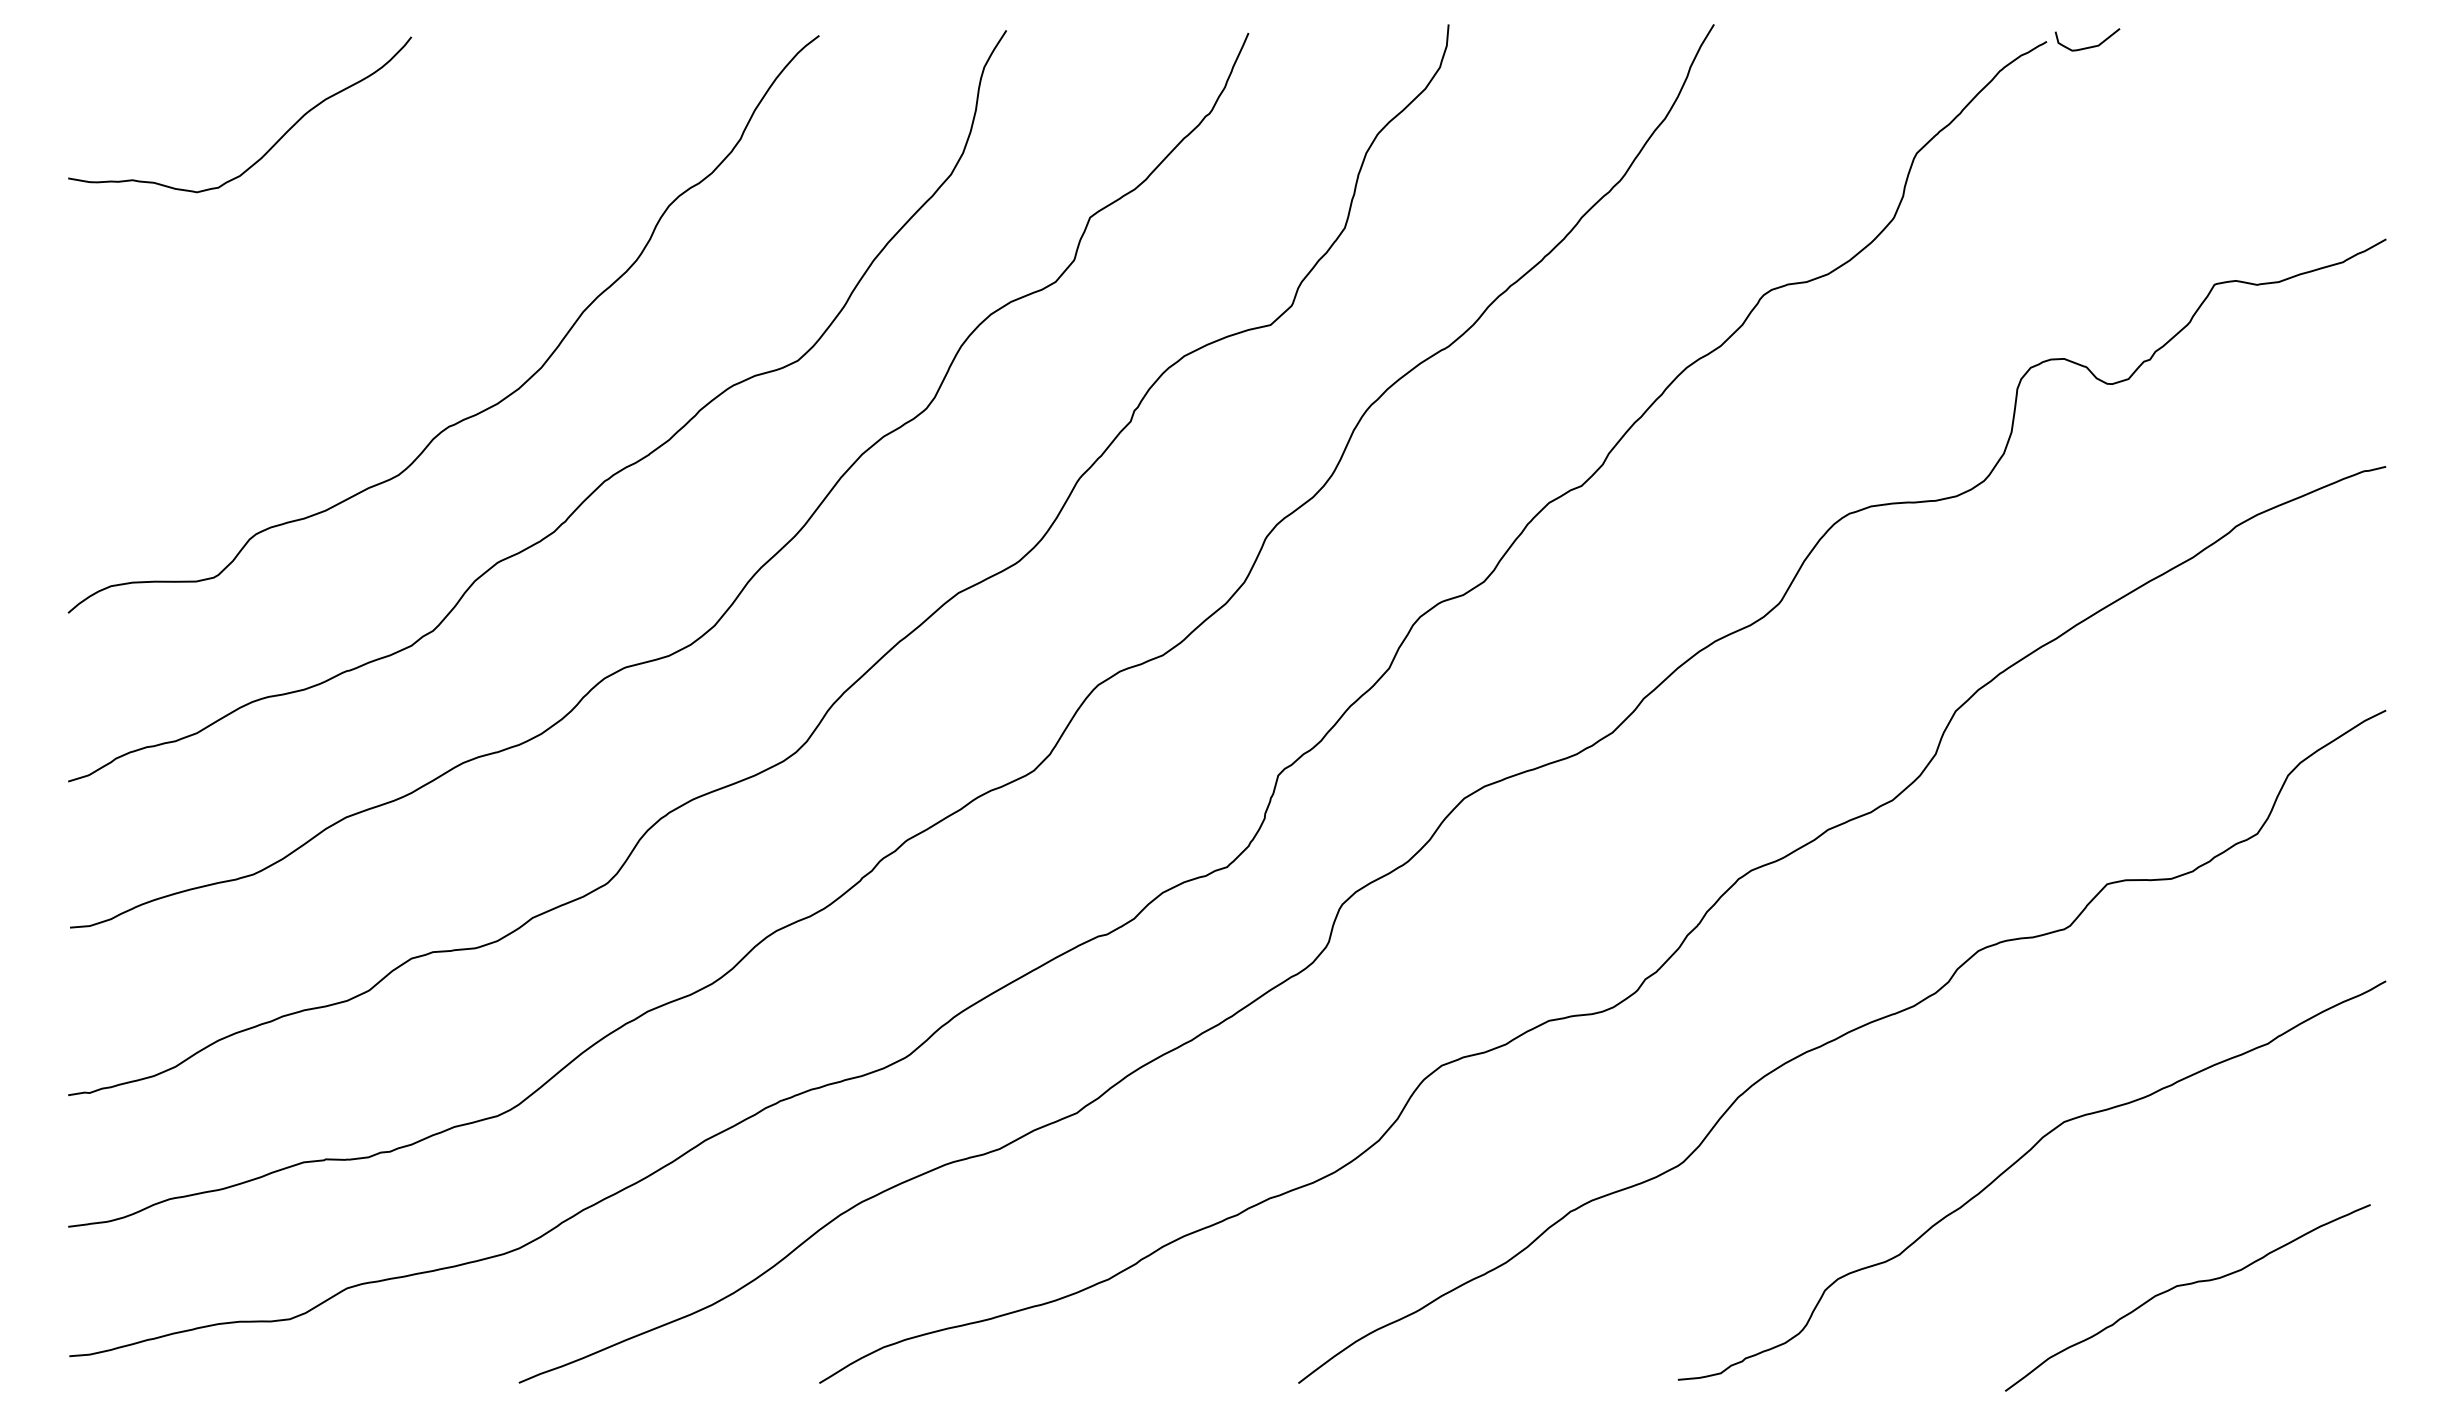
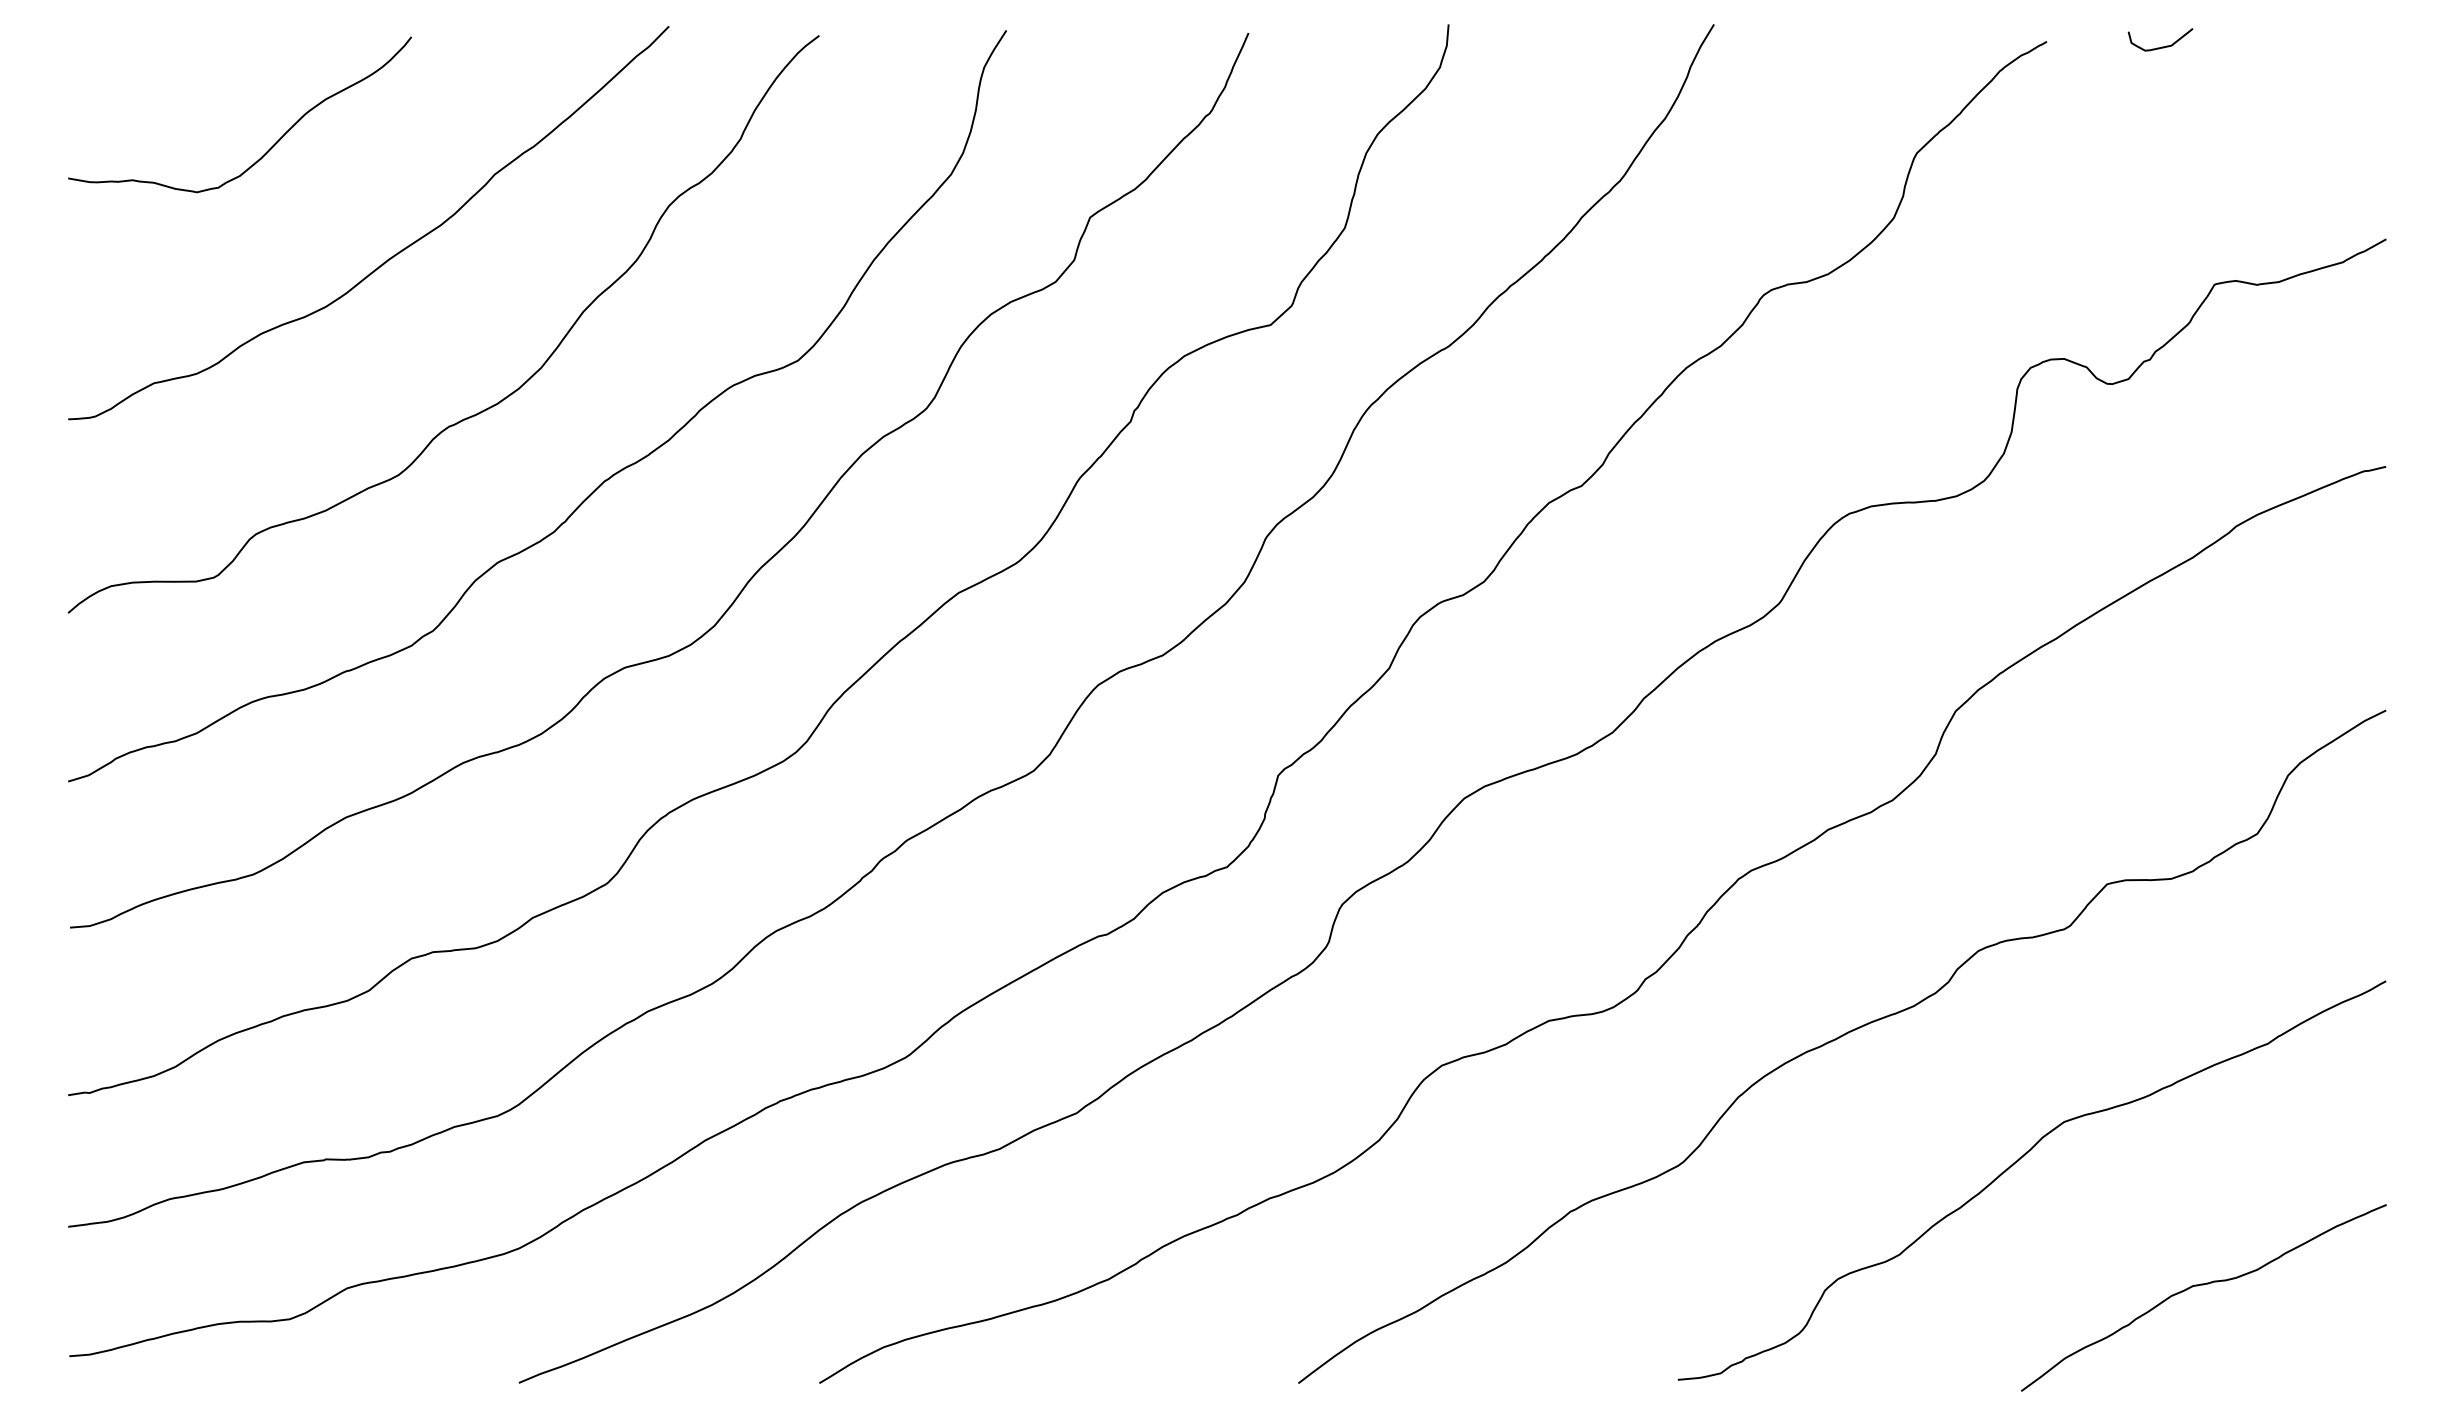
curve at (2088, 46) position: (2088, 46) -> (2161, 46)
curve at (391, 256): none -> present
curve at (2187, 1285) position: (2187, 1285) -> (2203, 1285)
